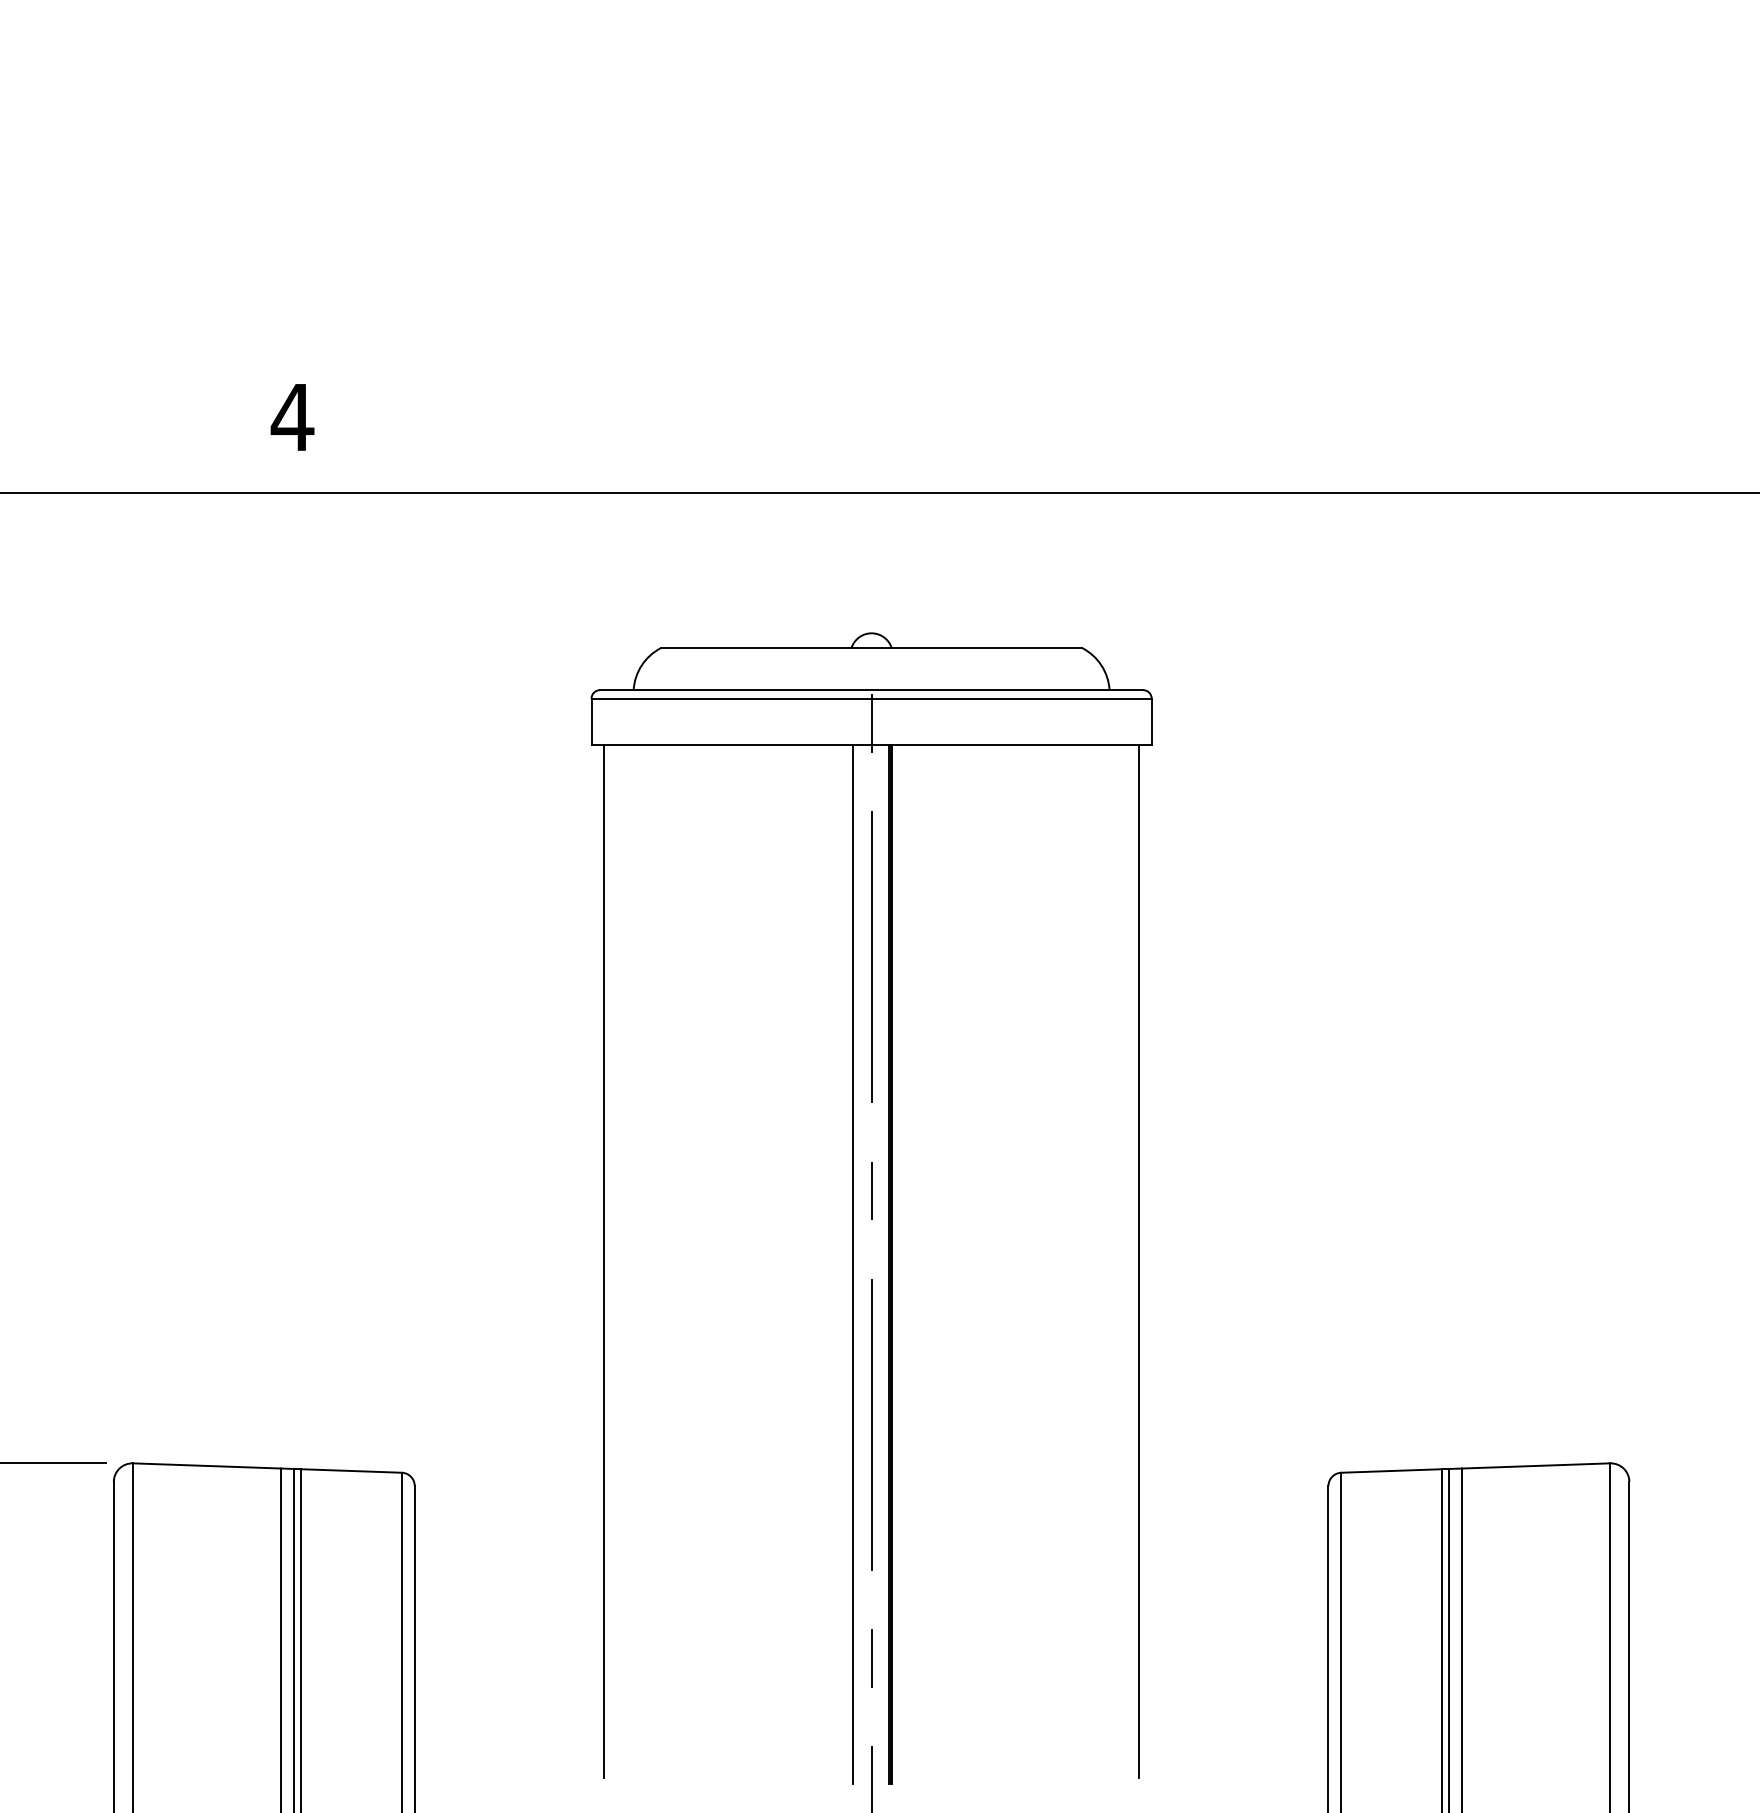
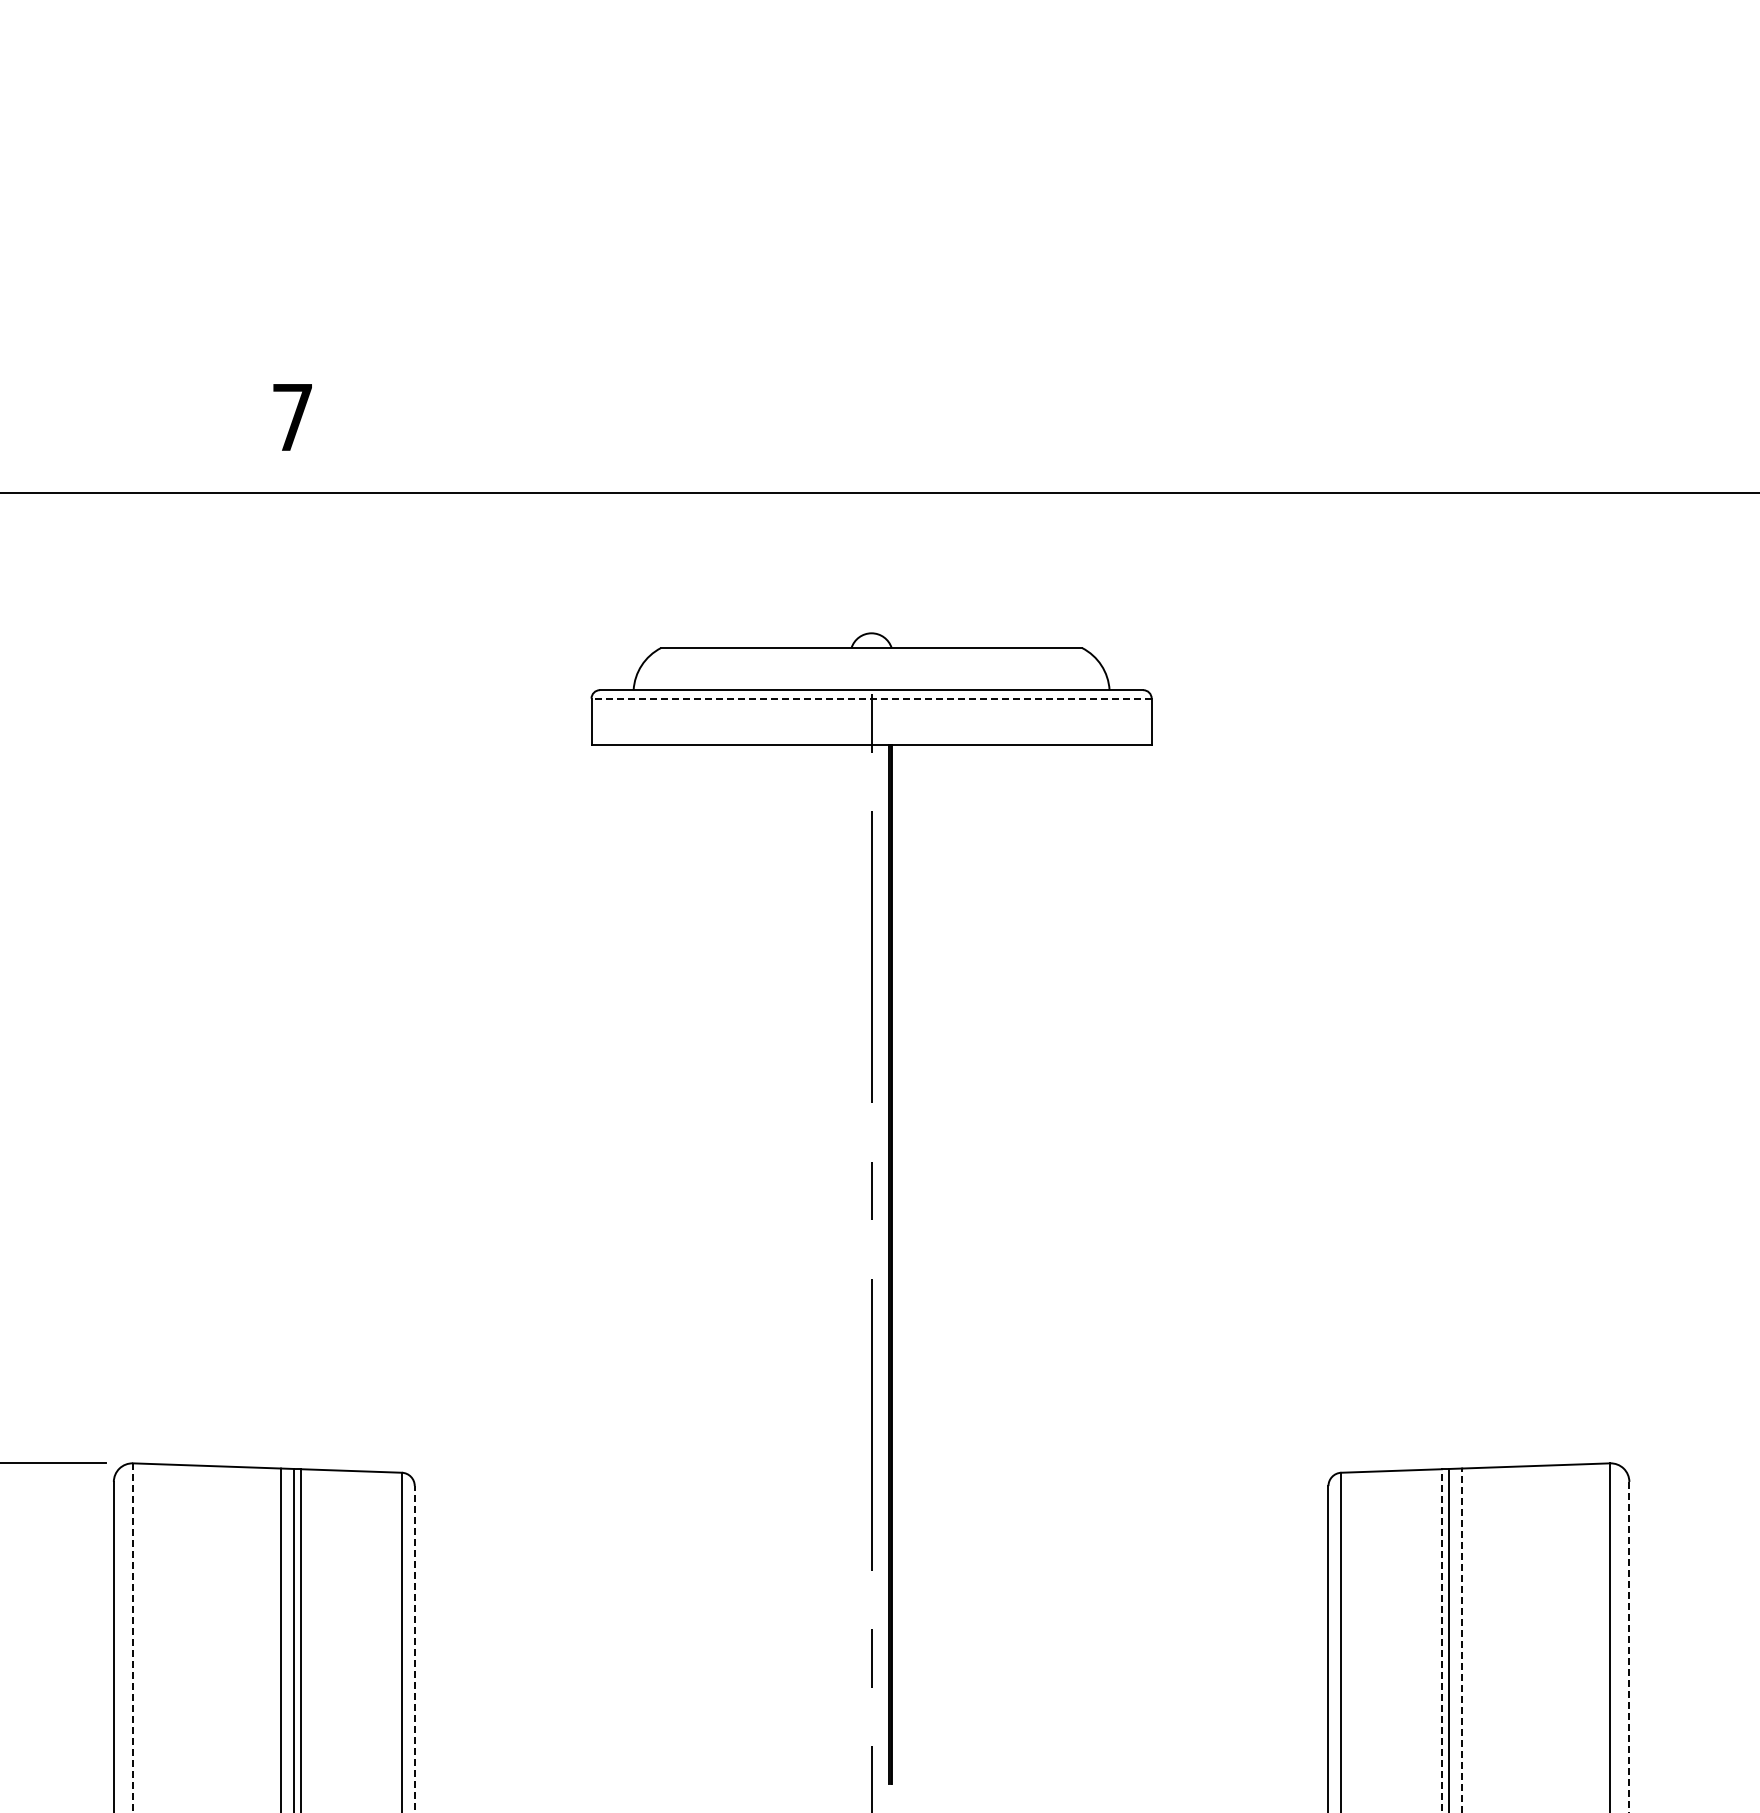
text at (292, 417): 4 -> 7
line at (871, 698): solid -> dashed
line at (604, 1260): present -> none
line at (1139, 1260): present -> none
line at (852, 1264): present -> none
line at (133, 1638): solid -> dashed
line at (1441, 1640): solid -> dashed
line at (1462, 1640): solid -> dashed
line at (1629, 1647): solid -> dashed
line at (414, 1648): solid -> dashed
